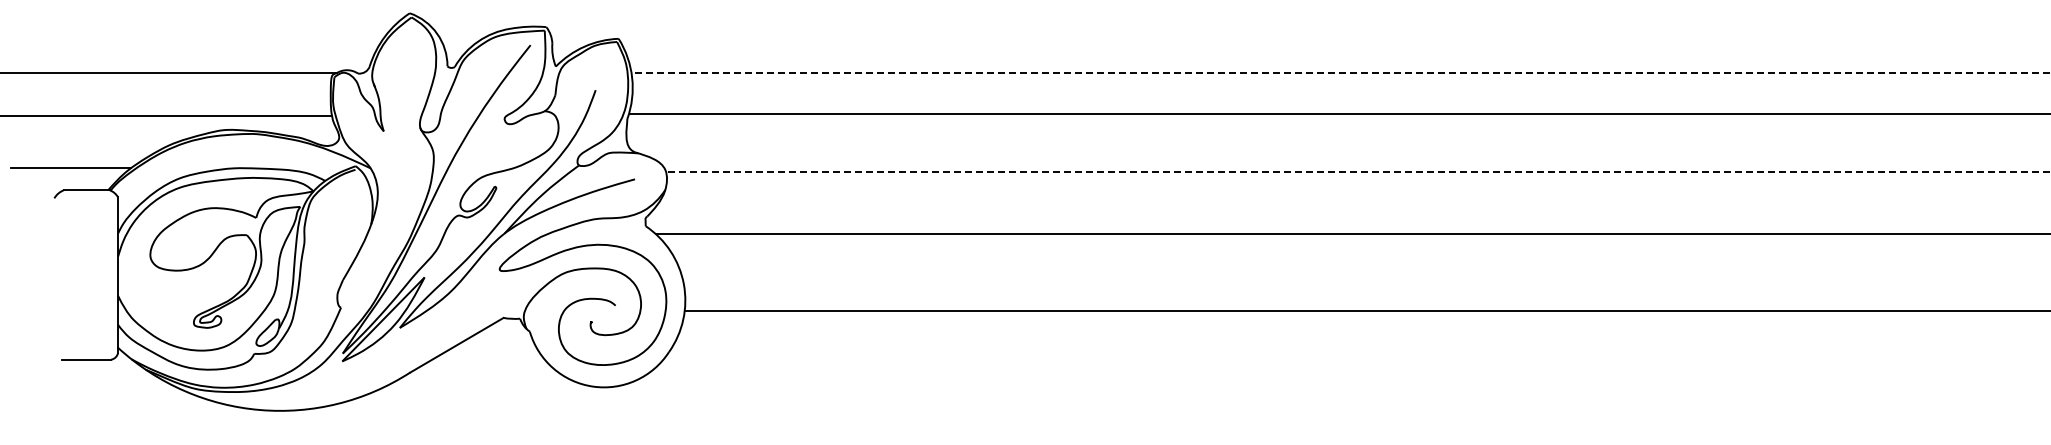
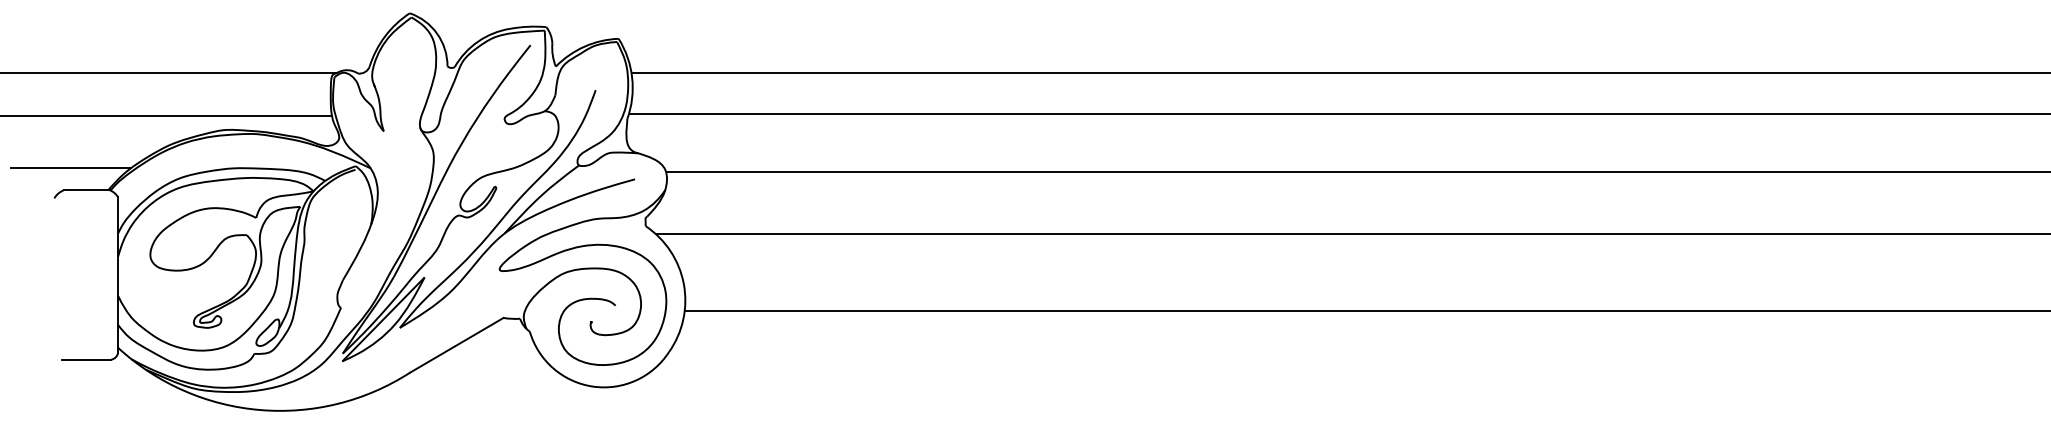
line at (1340, 73): dashed -> solid
line at (1357, 171): dashed -> solid
